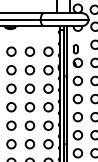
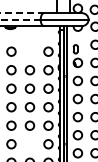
line at (22, 13): solid -> dashed
line at (20, 19): solid -> dashed
circle at (29, 51): present -> none
circle at (29, 144): present -> none
